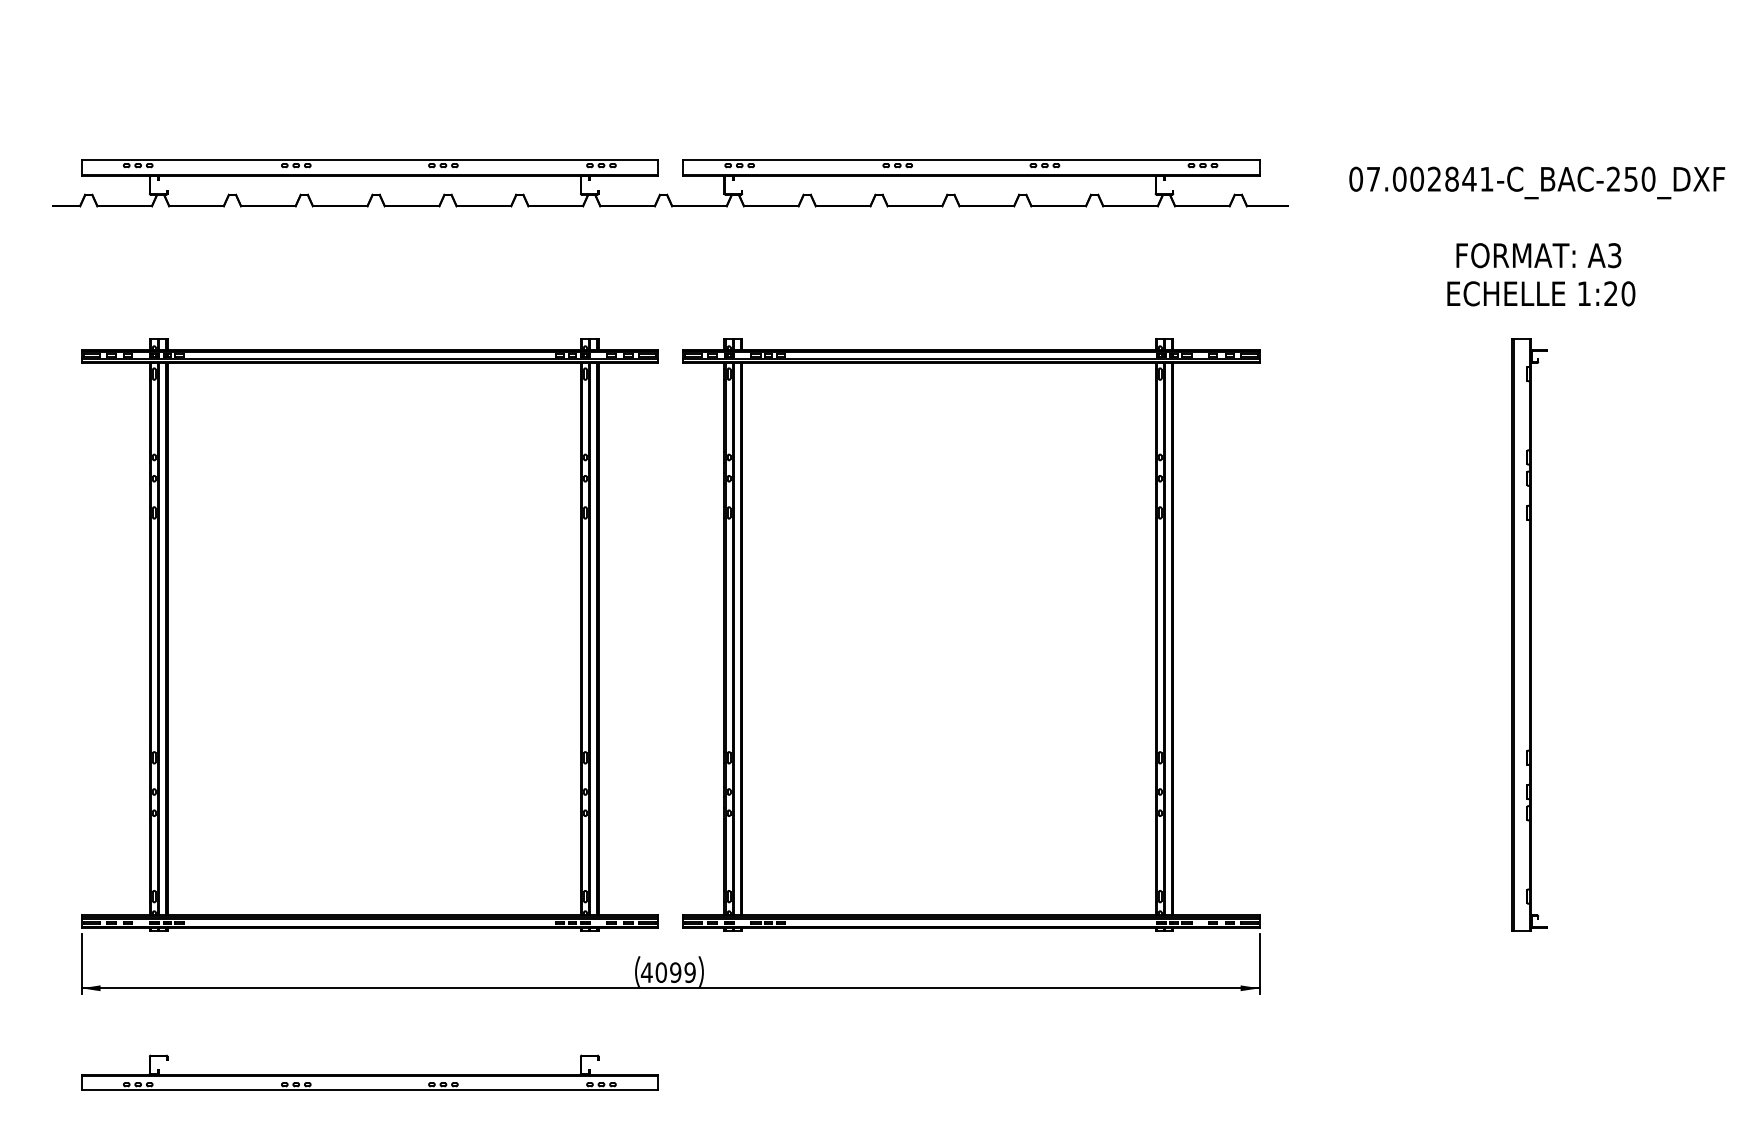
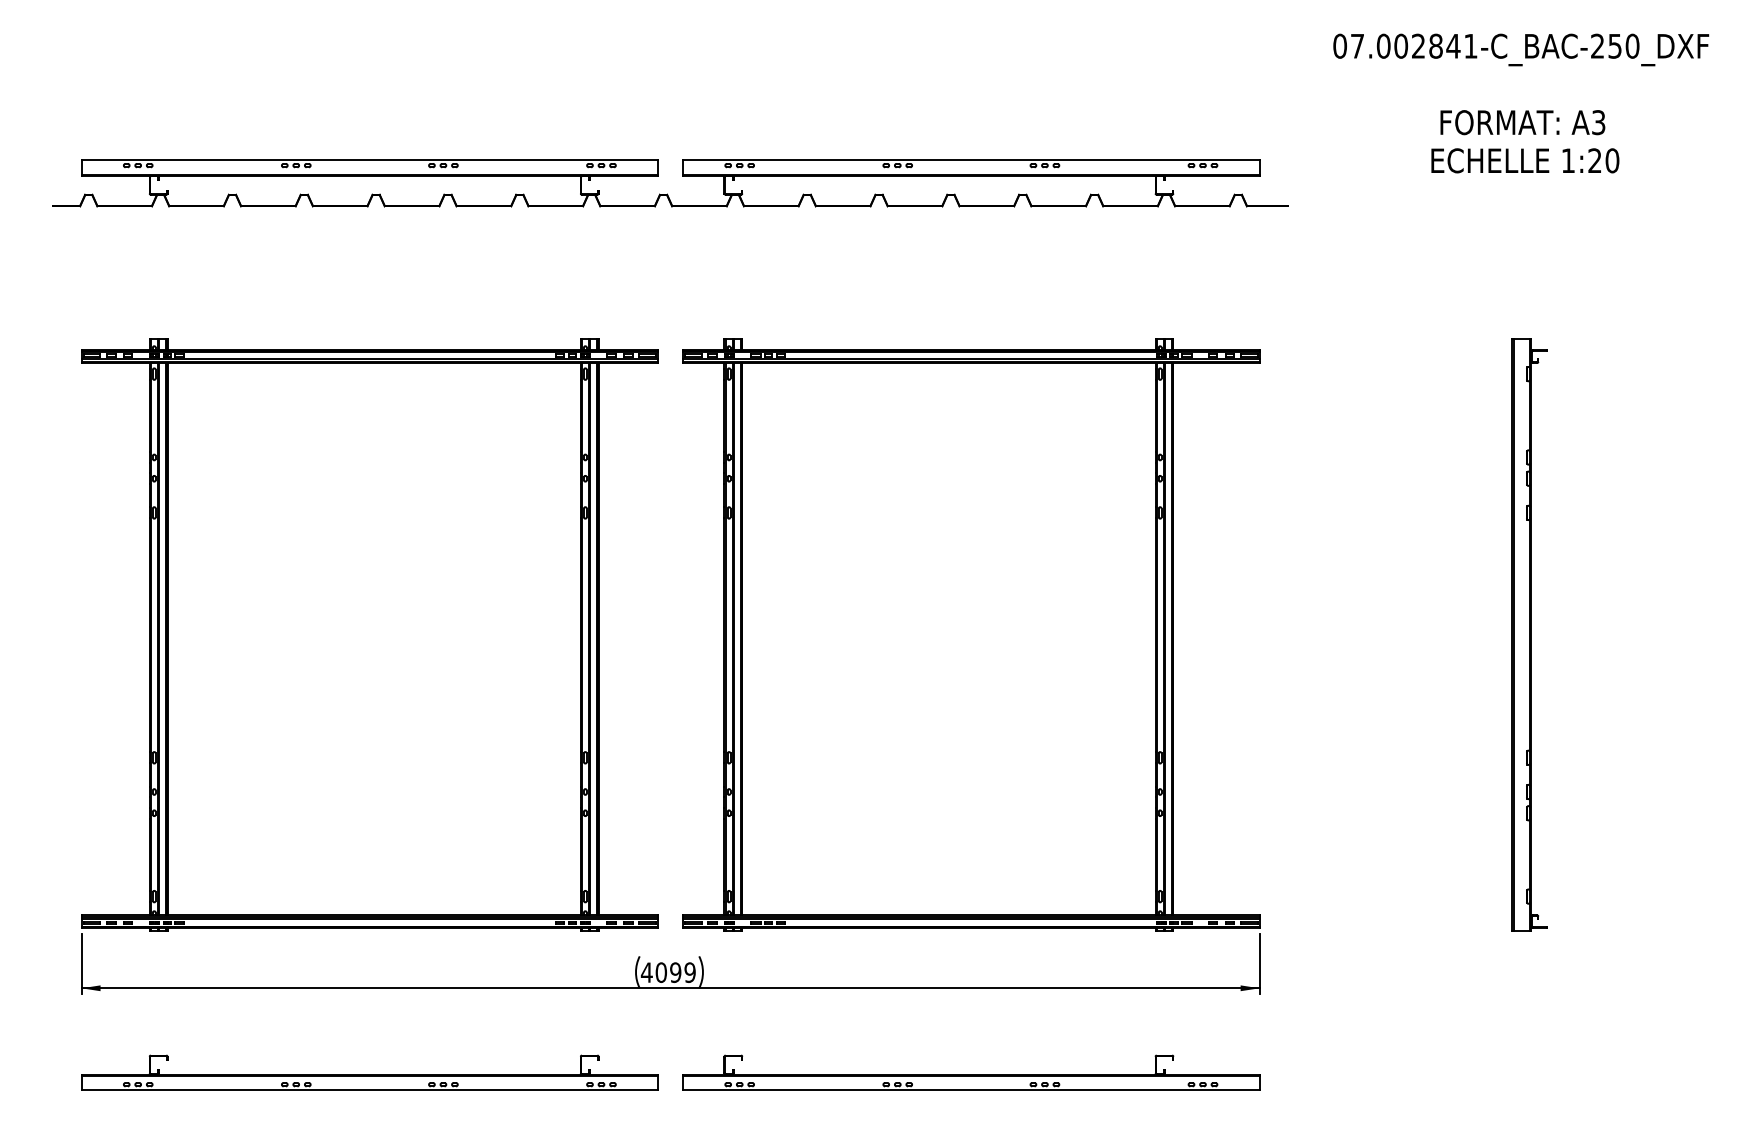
text at (1537, 236) position: (1537, 236) -> (1521, 103)
part at (971, 1072): none -> present
